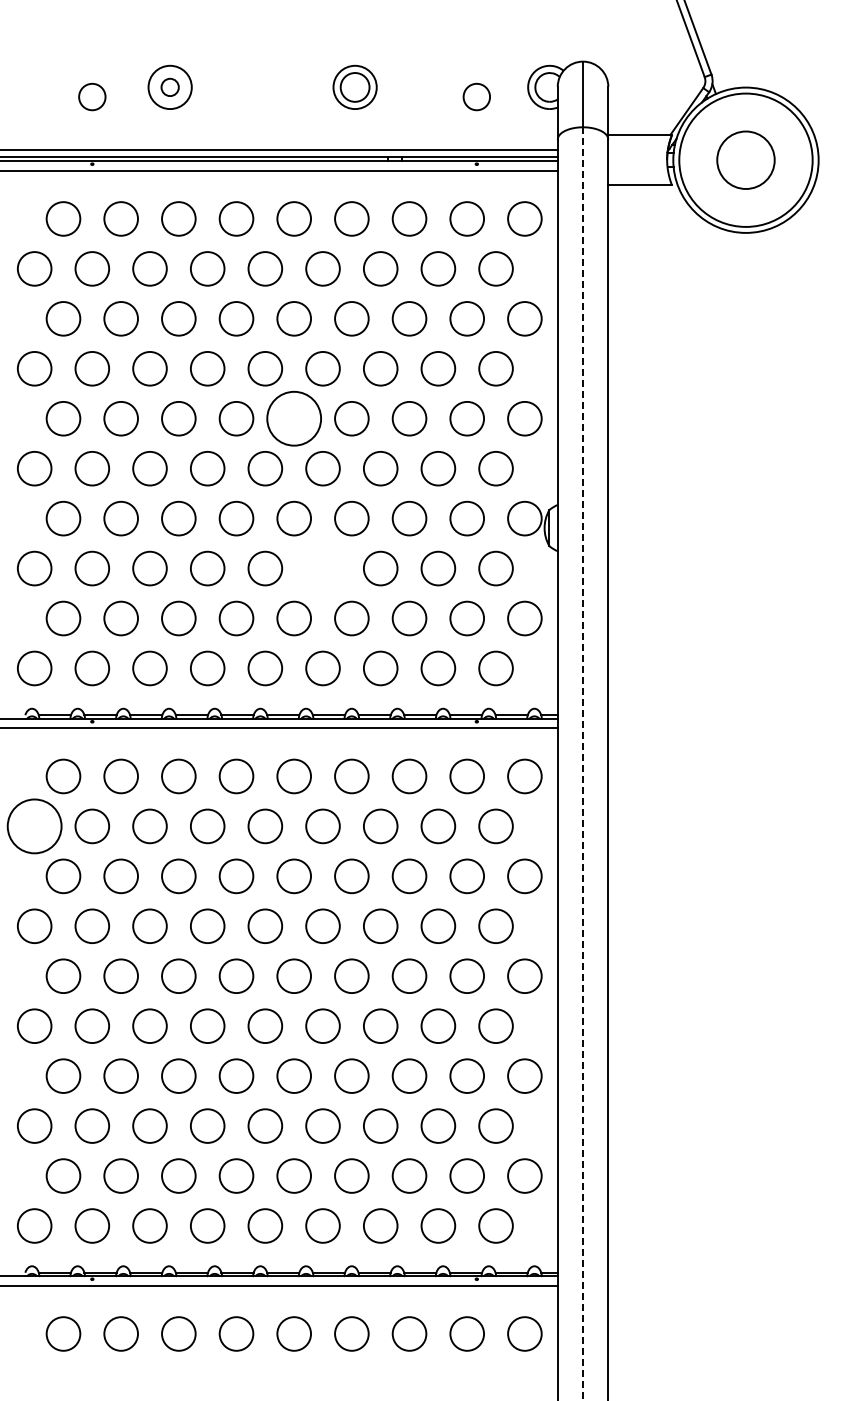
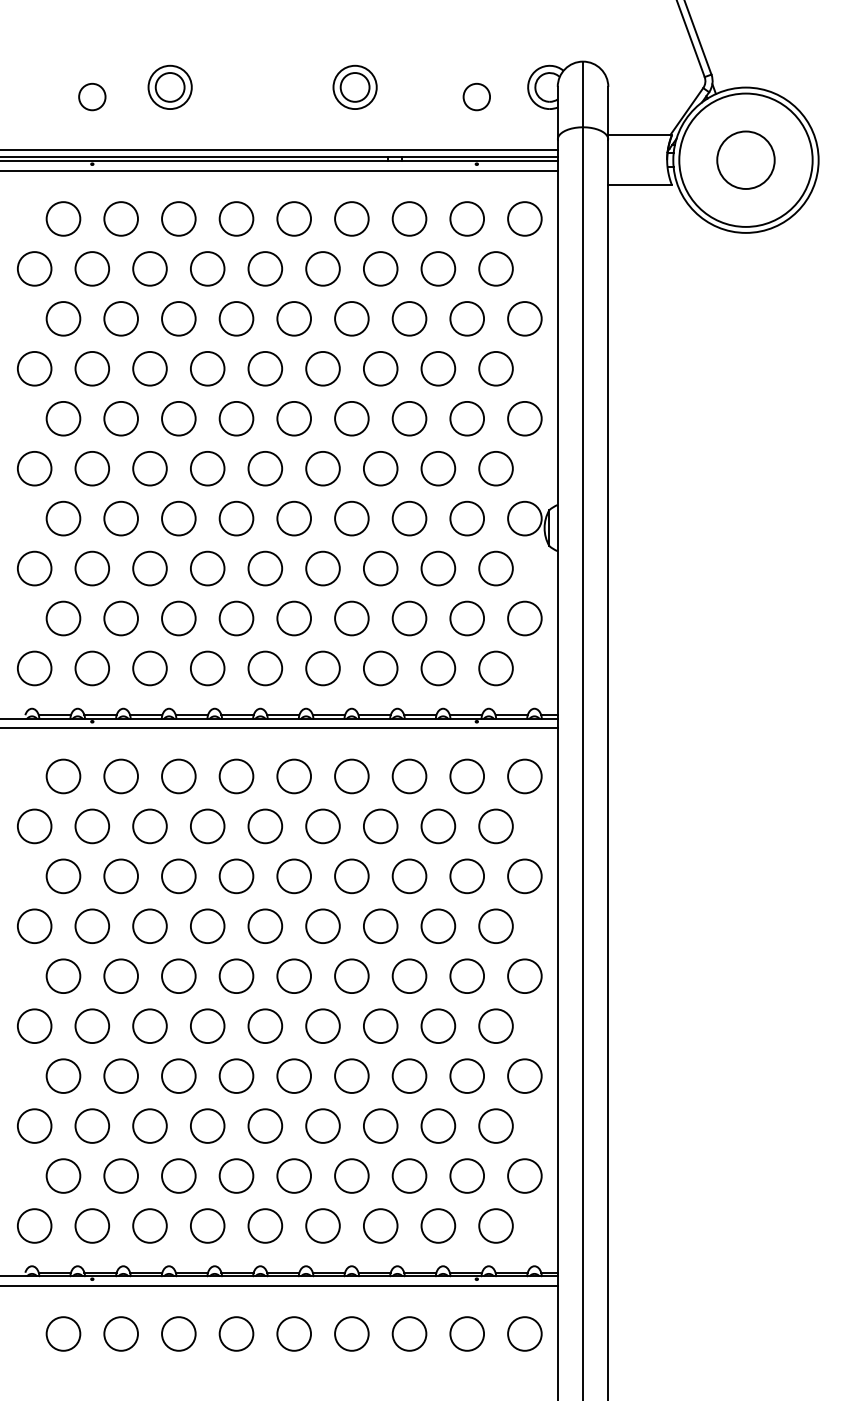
circle at (169, 87) diameter: 17 px -> 29 px
circle at (294, 418) diameter: 54 px -> 34 px
circle at (322, 568): none -> present
line at (583, 764): dashed -> solid
circle at (34, 826) diameter: 54 px -> 34 px
